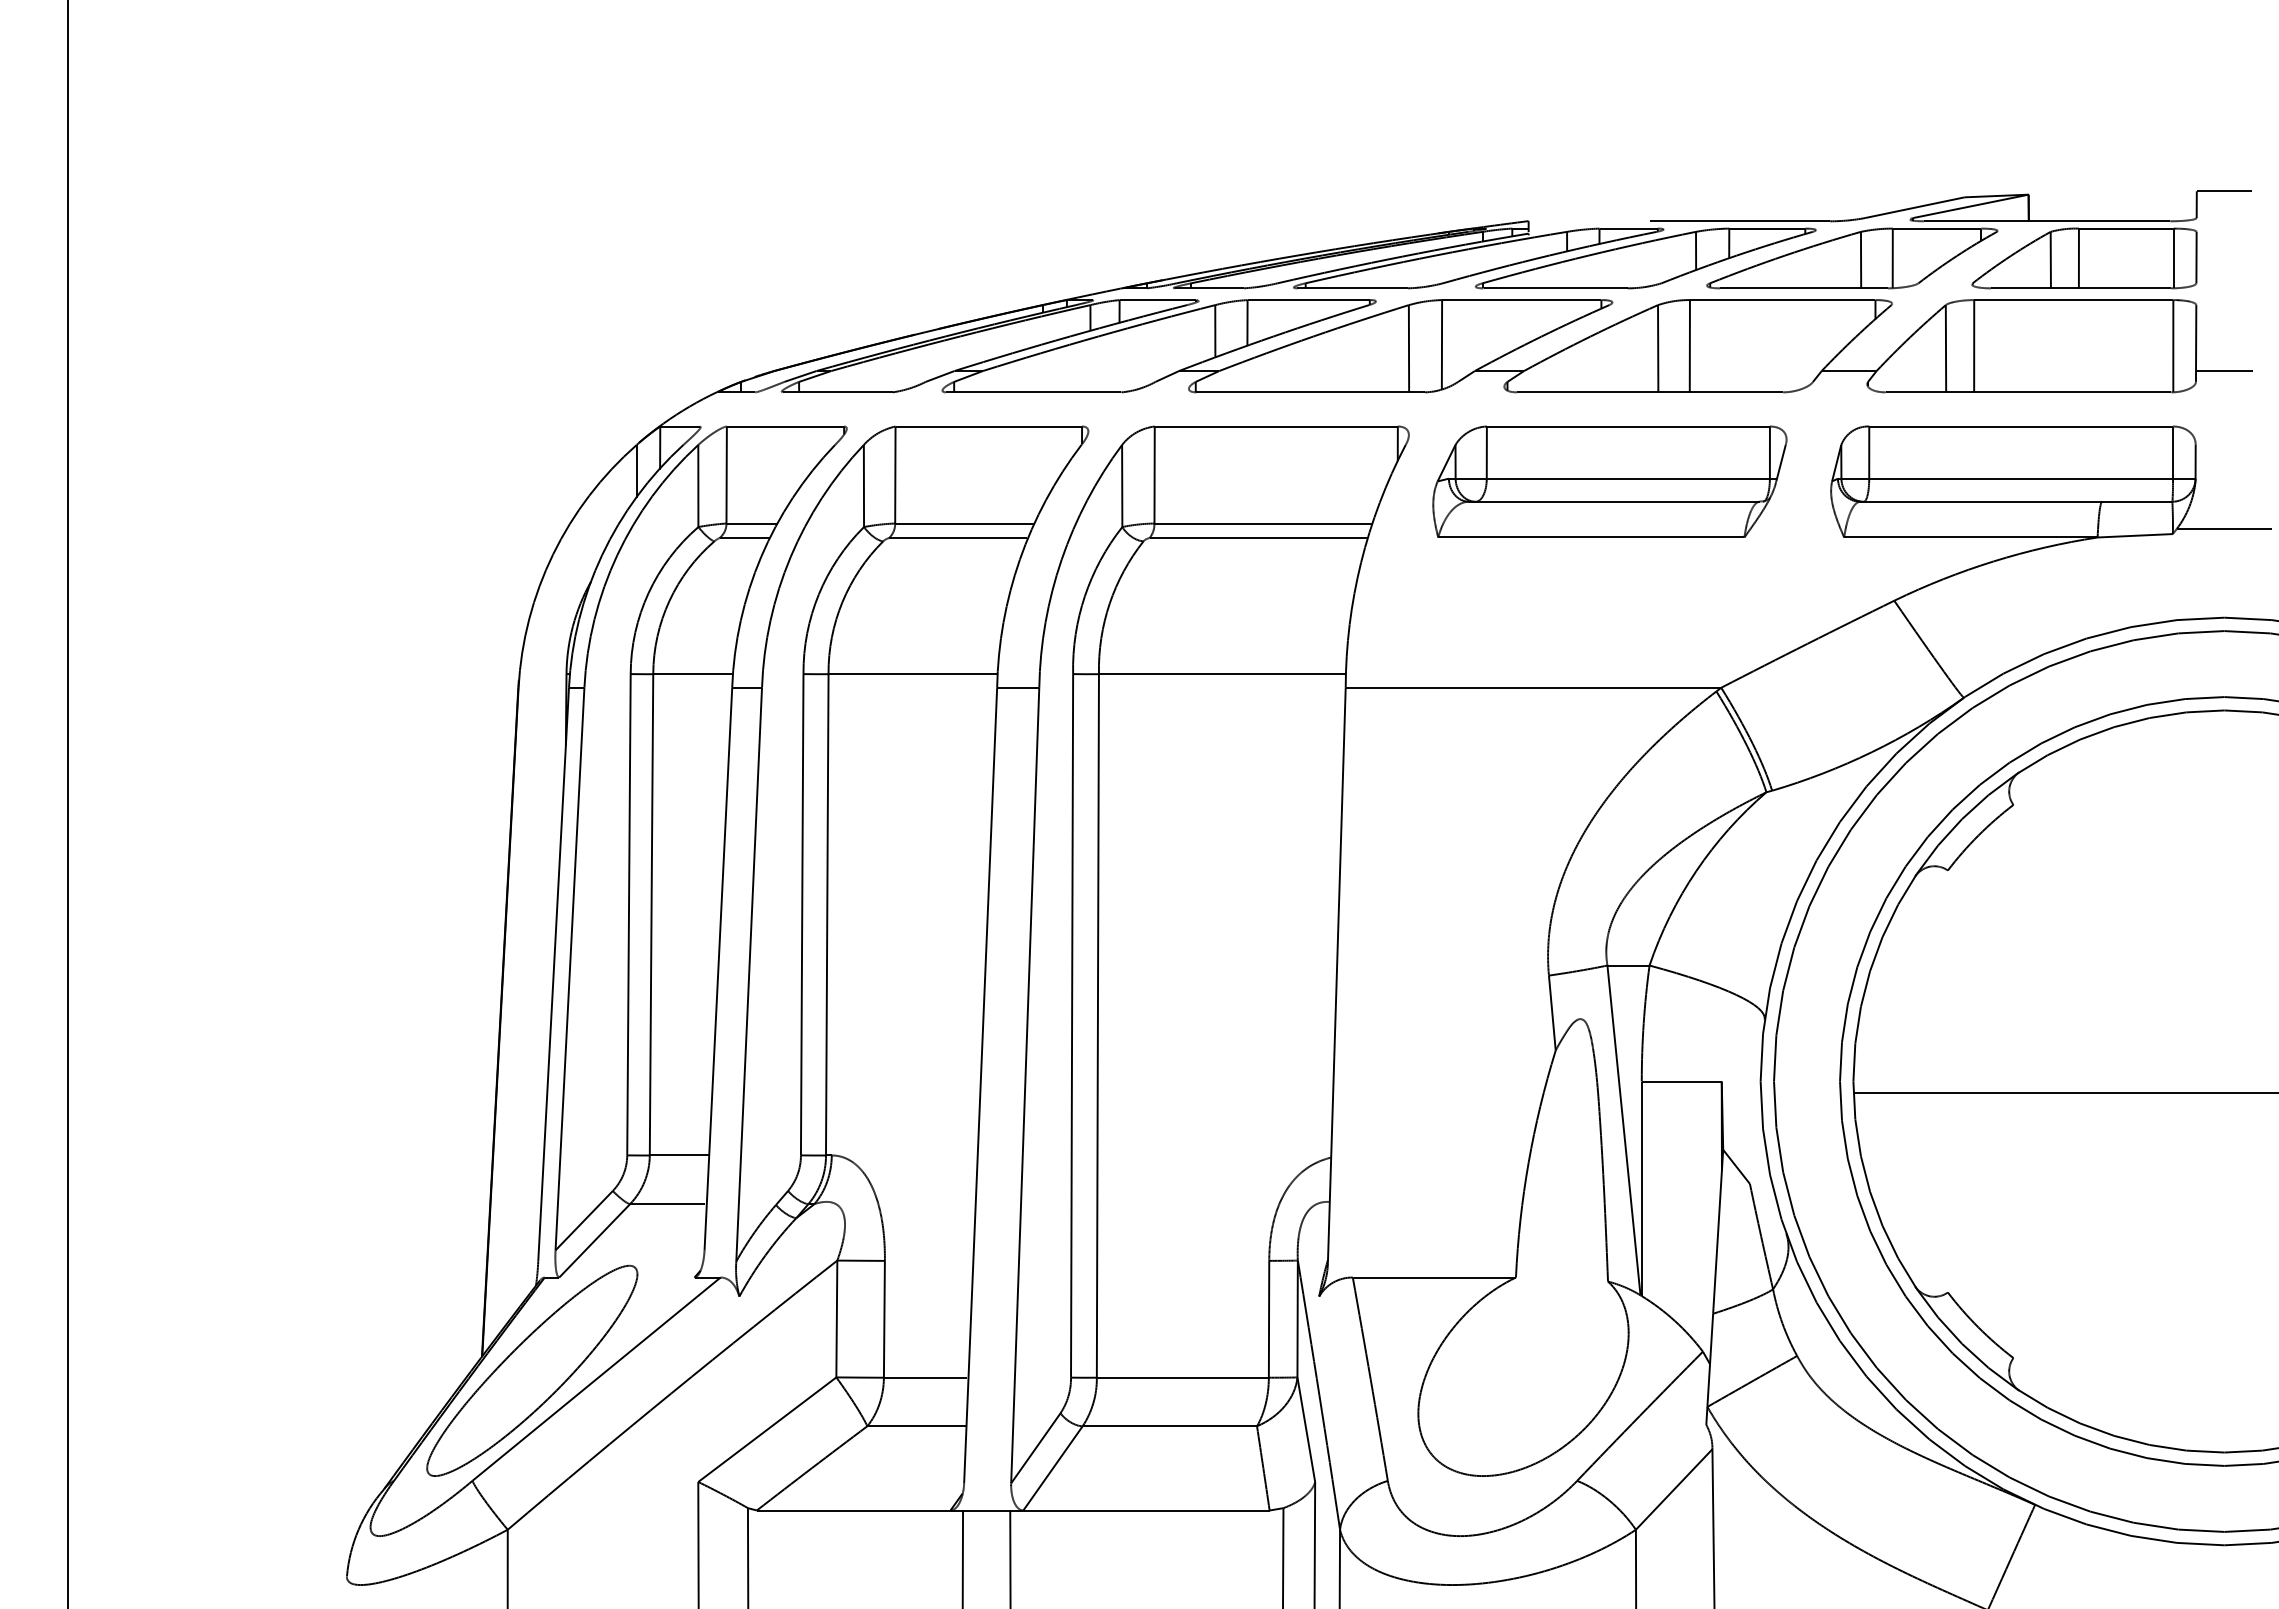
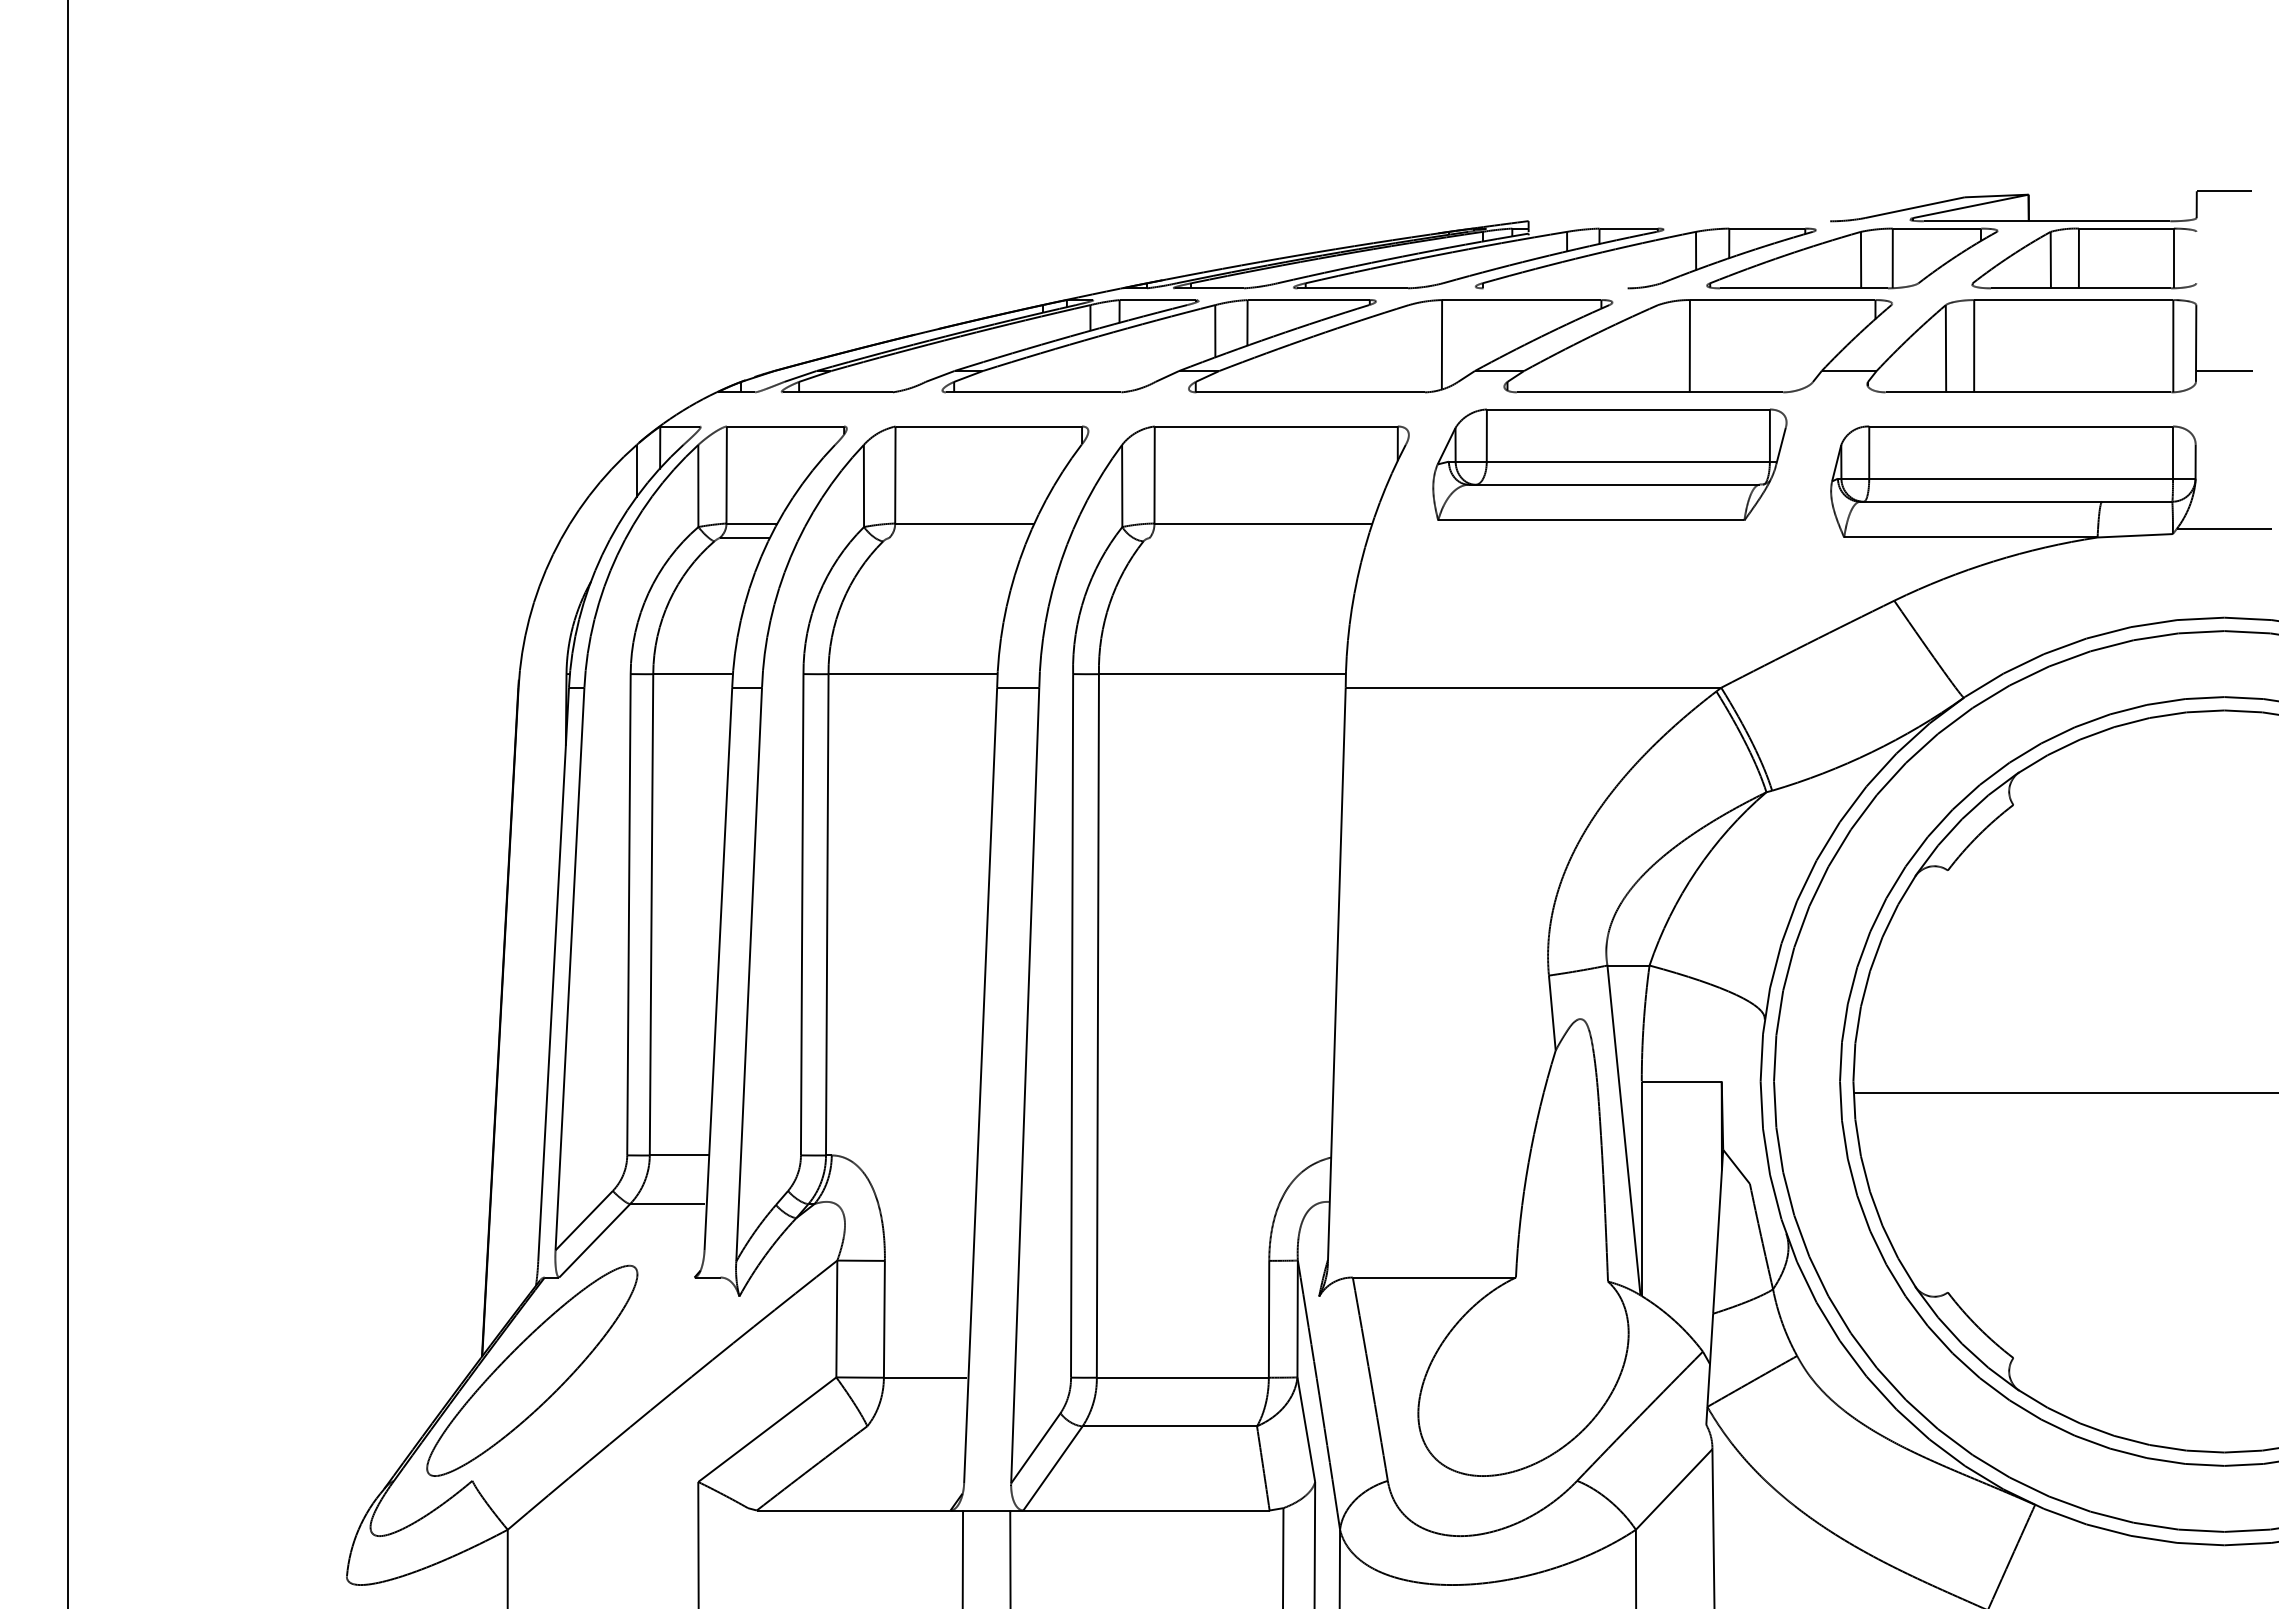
line at (1739, 221): present -> none
line at (2196, 257): present -> none
line at (1555, 288): present -> none
line at (1408, 348): present -> none
line at (1658, 348): present -> none
part at (1609, 481) position: (1609, 481) -> (1609, 464)
line at (958, 538): present -> none
line at (1258, 538): present -> none
line at (596, 1378): present -> none
line at (916, 1426): present -> none
line at (747, 1556): present -> none
